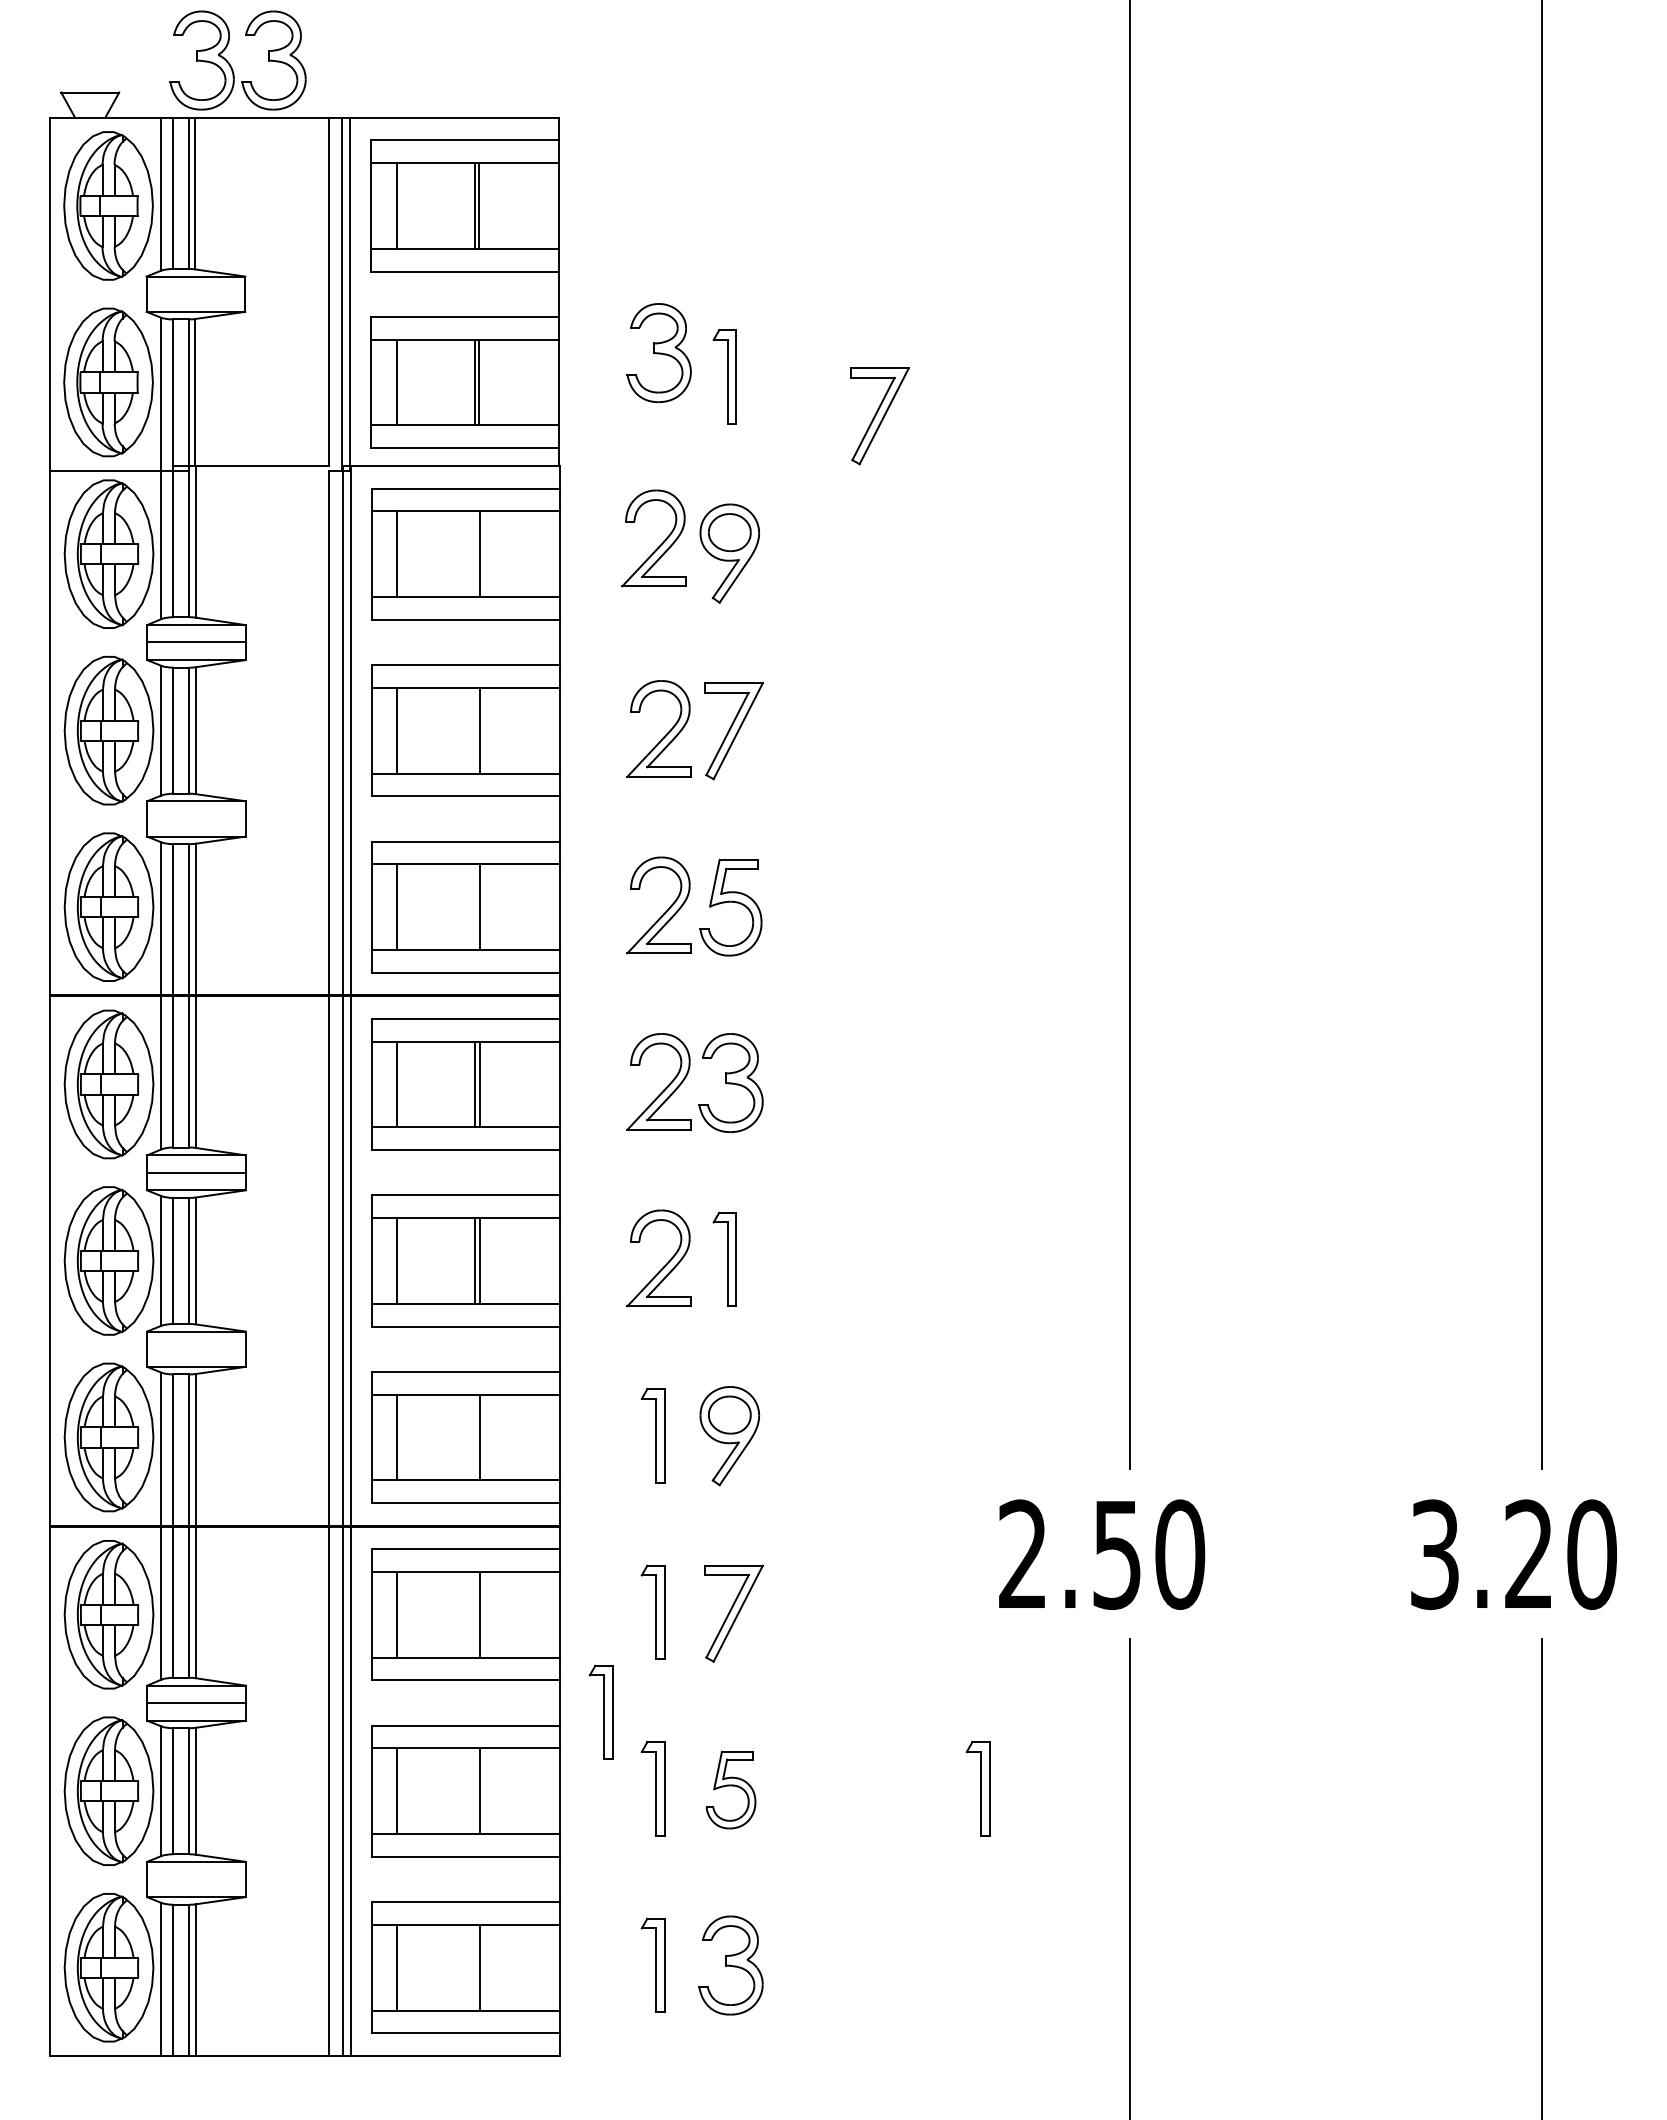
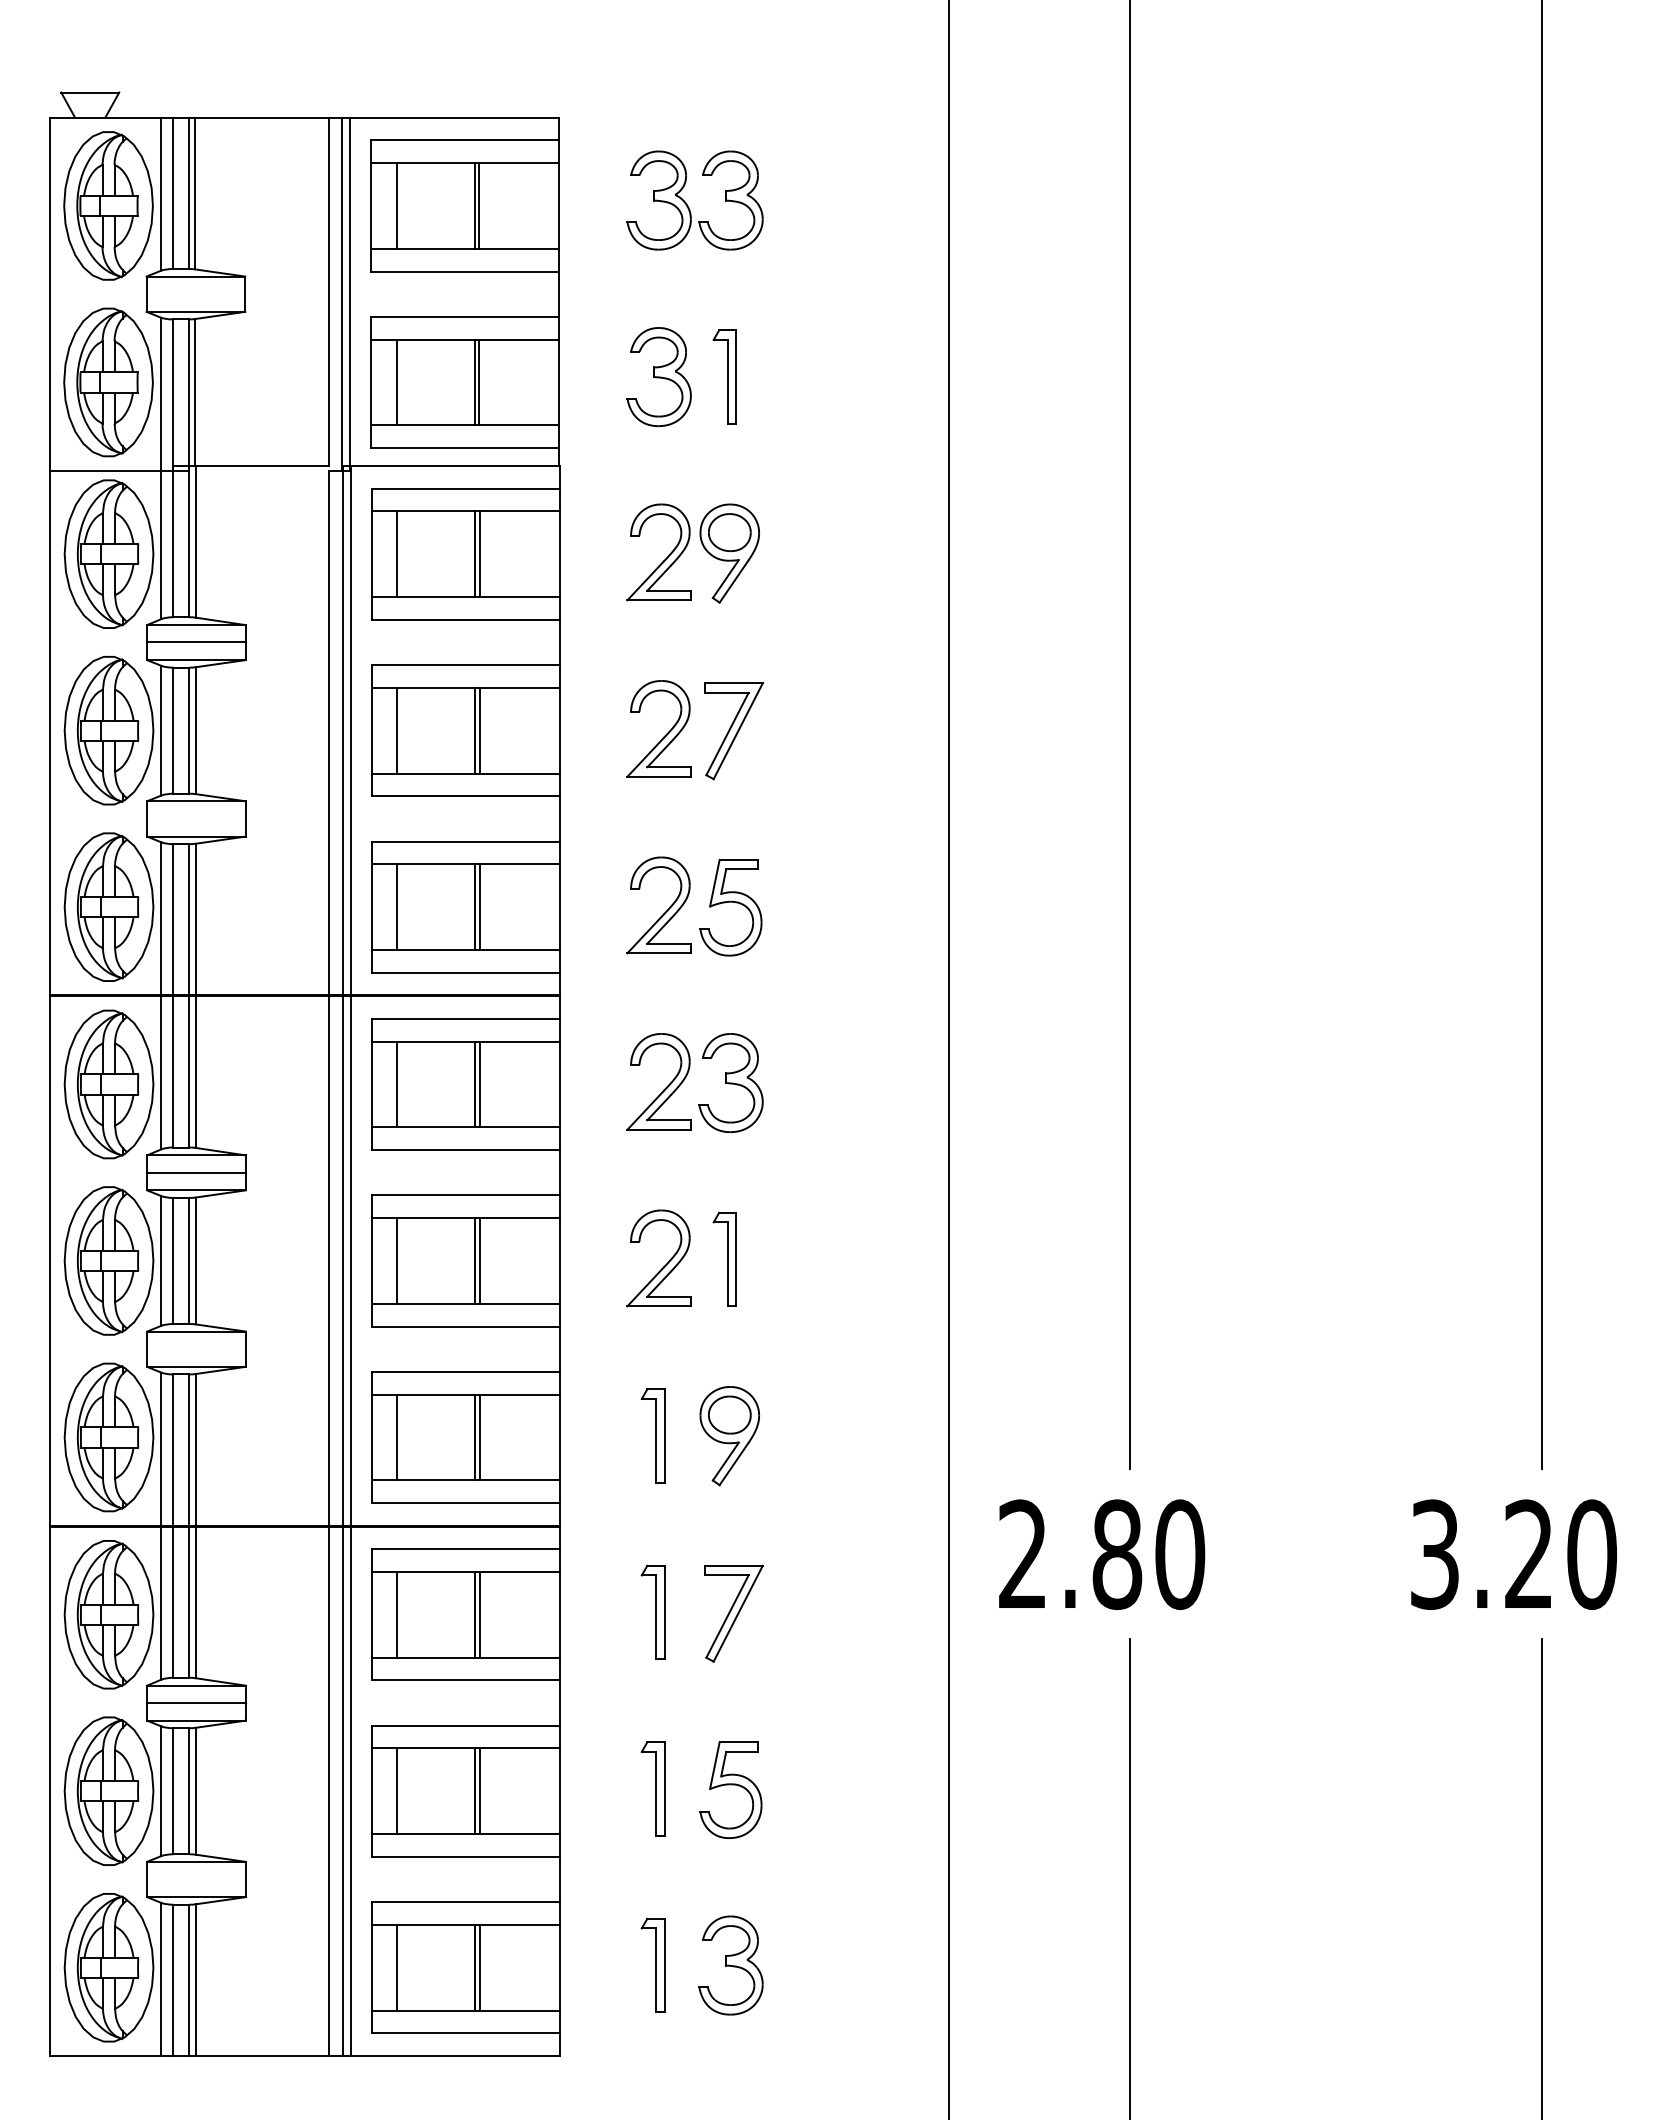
part at (231, 65) position: (231, 65) -> (688, 205)
part at (658, 352) position: (658, 352) -> (658, 376)
part at (879, 416): present -> none
part at (660, 544) position: (660, 544) -> (665, 558)
line at (475, 554): none -> present
line at (475, 730): none -> present
line at (475, 907): none -> present
line at (949, 1059): none -> present
line at (475, 1437): none -> present
text at (1117, 1554): 2.50 -> 2.80
line at (475, 1614): none -> present
part at (600, 1711): present -> none
part at (977, 1788): present -> none
part at (730, 1789) size: 52x80 px -> 64x98 px
line at (475, 1791): none -> present
line at (475, 1967): none -> present
